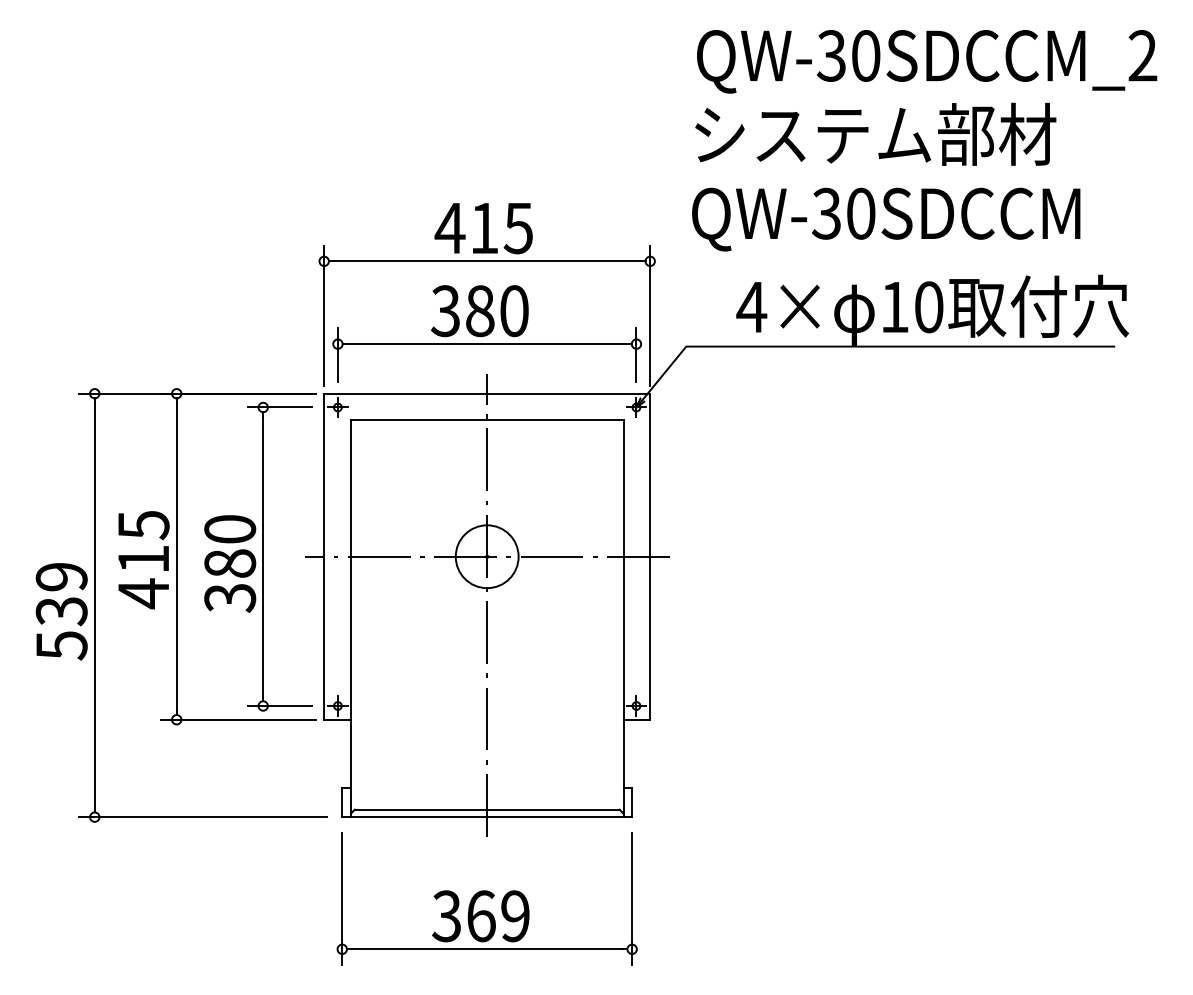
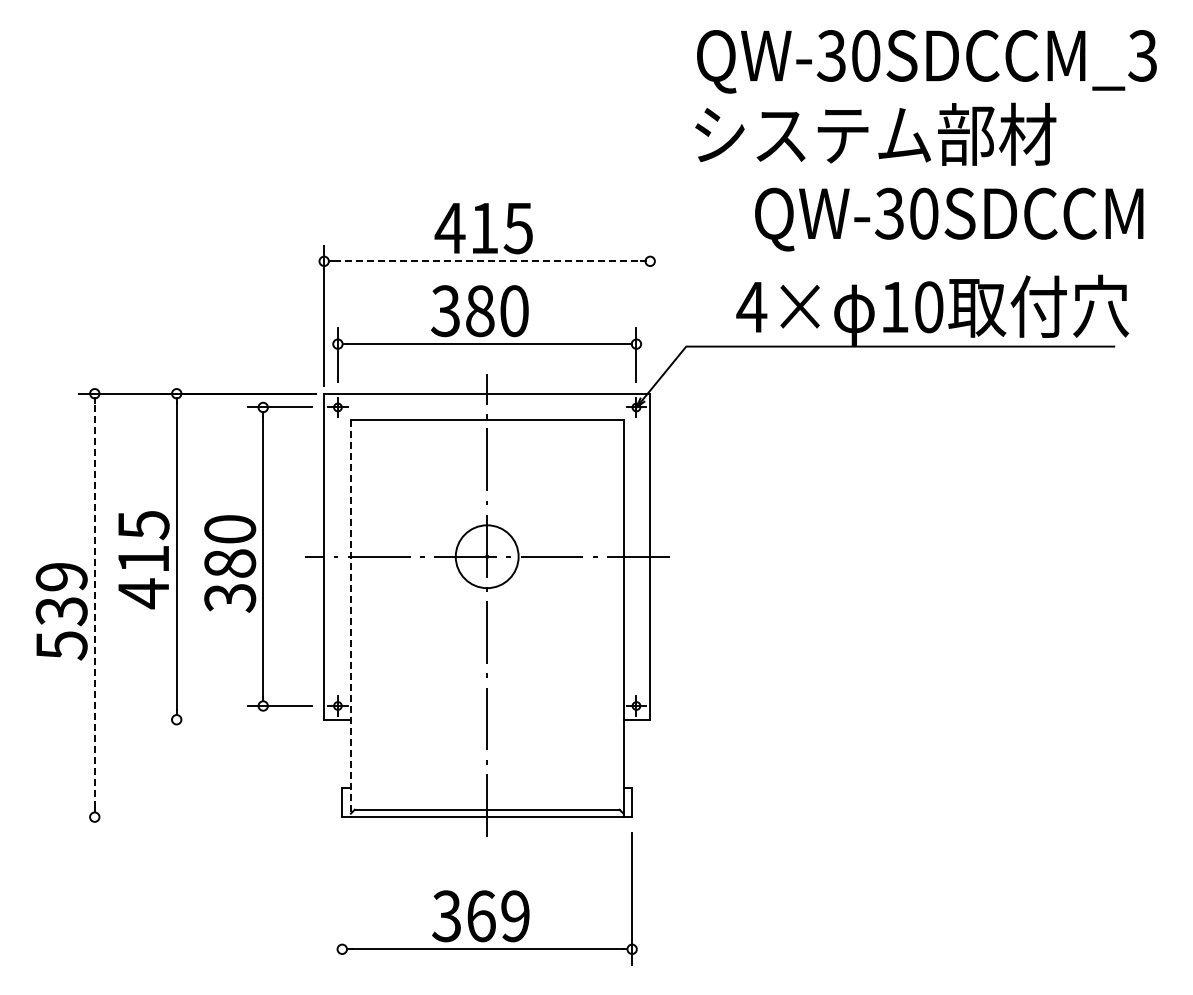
text at (1142, 55): QW-30SDCCM_2 -> QW-30SDCCM_3
text at (886, 219) position: (886, 219) -> (949, 219)
line at (487, 261): solid -> dashed
line at (650, 315): present -> none
line at (94, 604): solid -> dashed
line at (350, 619): solid -> dashed
line at (238, 719): present -> none
line at (202, 817): present -> none
line at (342, 898): present -> none
